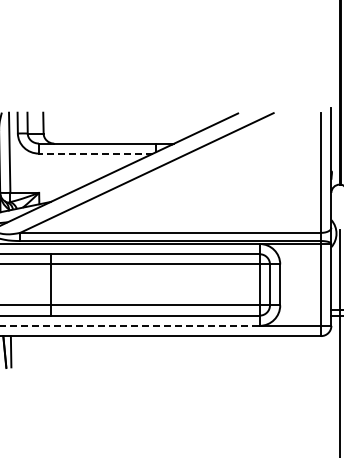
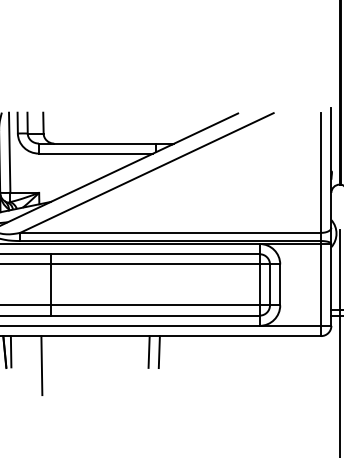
line at (95, 153): dashed -> solid
line at (130, 325): dashed -> solid
line at (148, 351): none -> present
line at (158, 352): none -> present
line at (41, 365): none -> present
